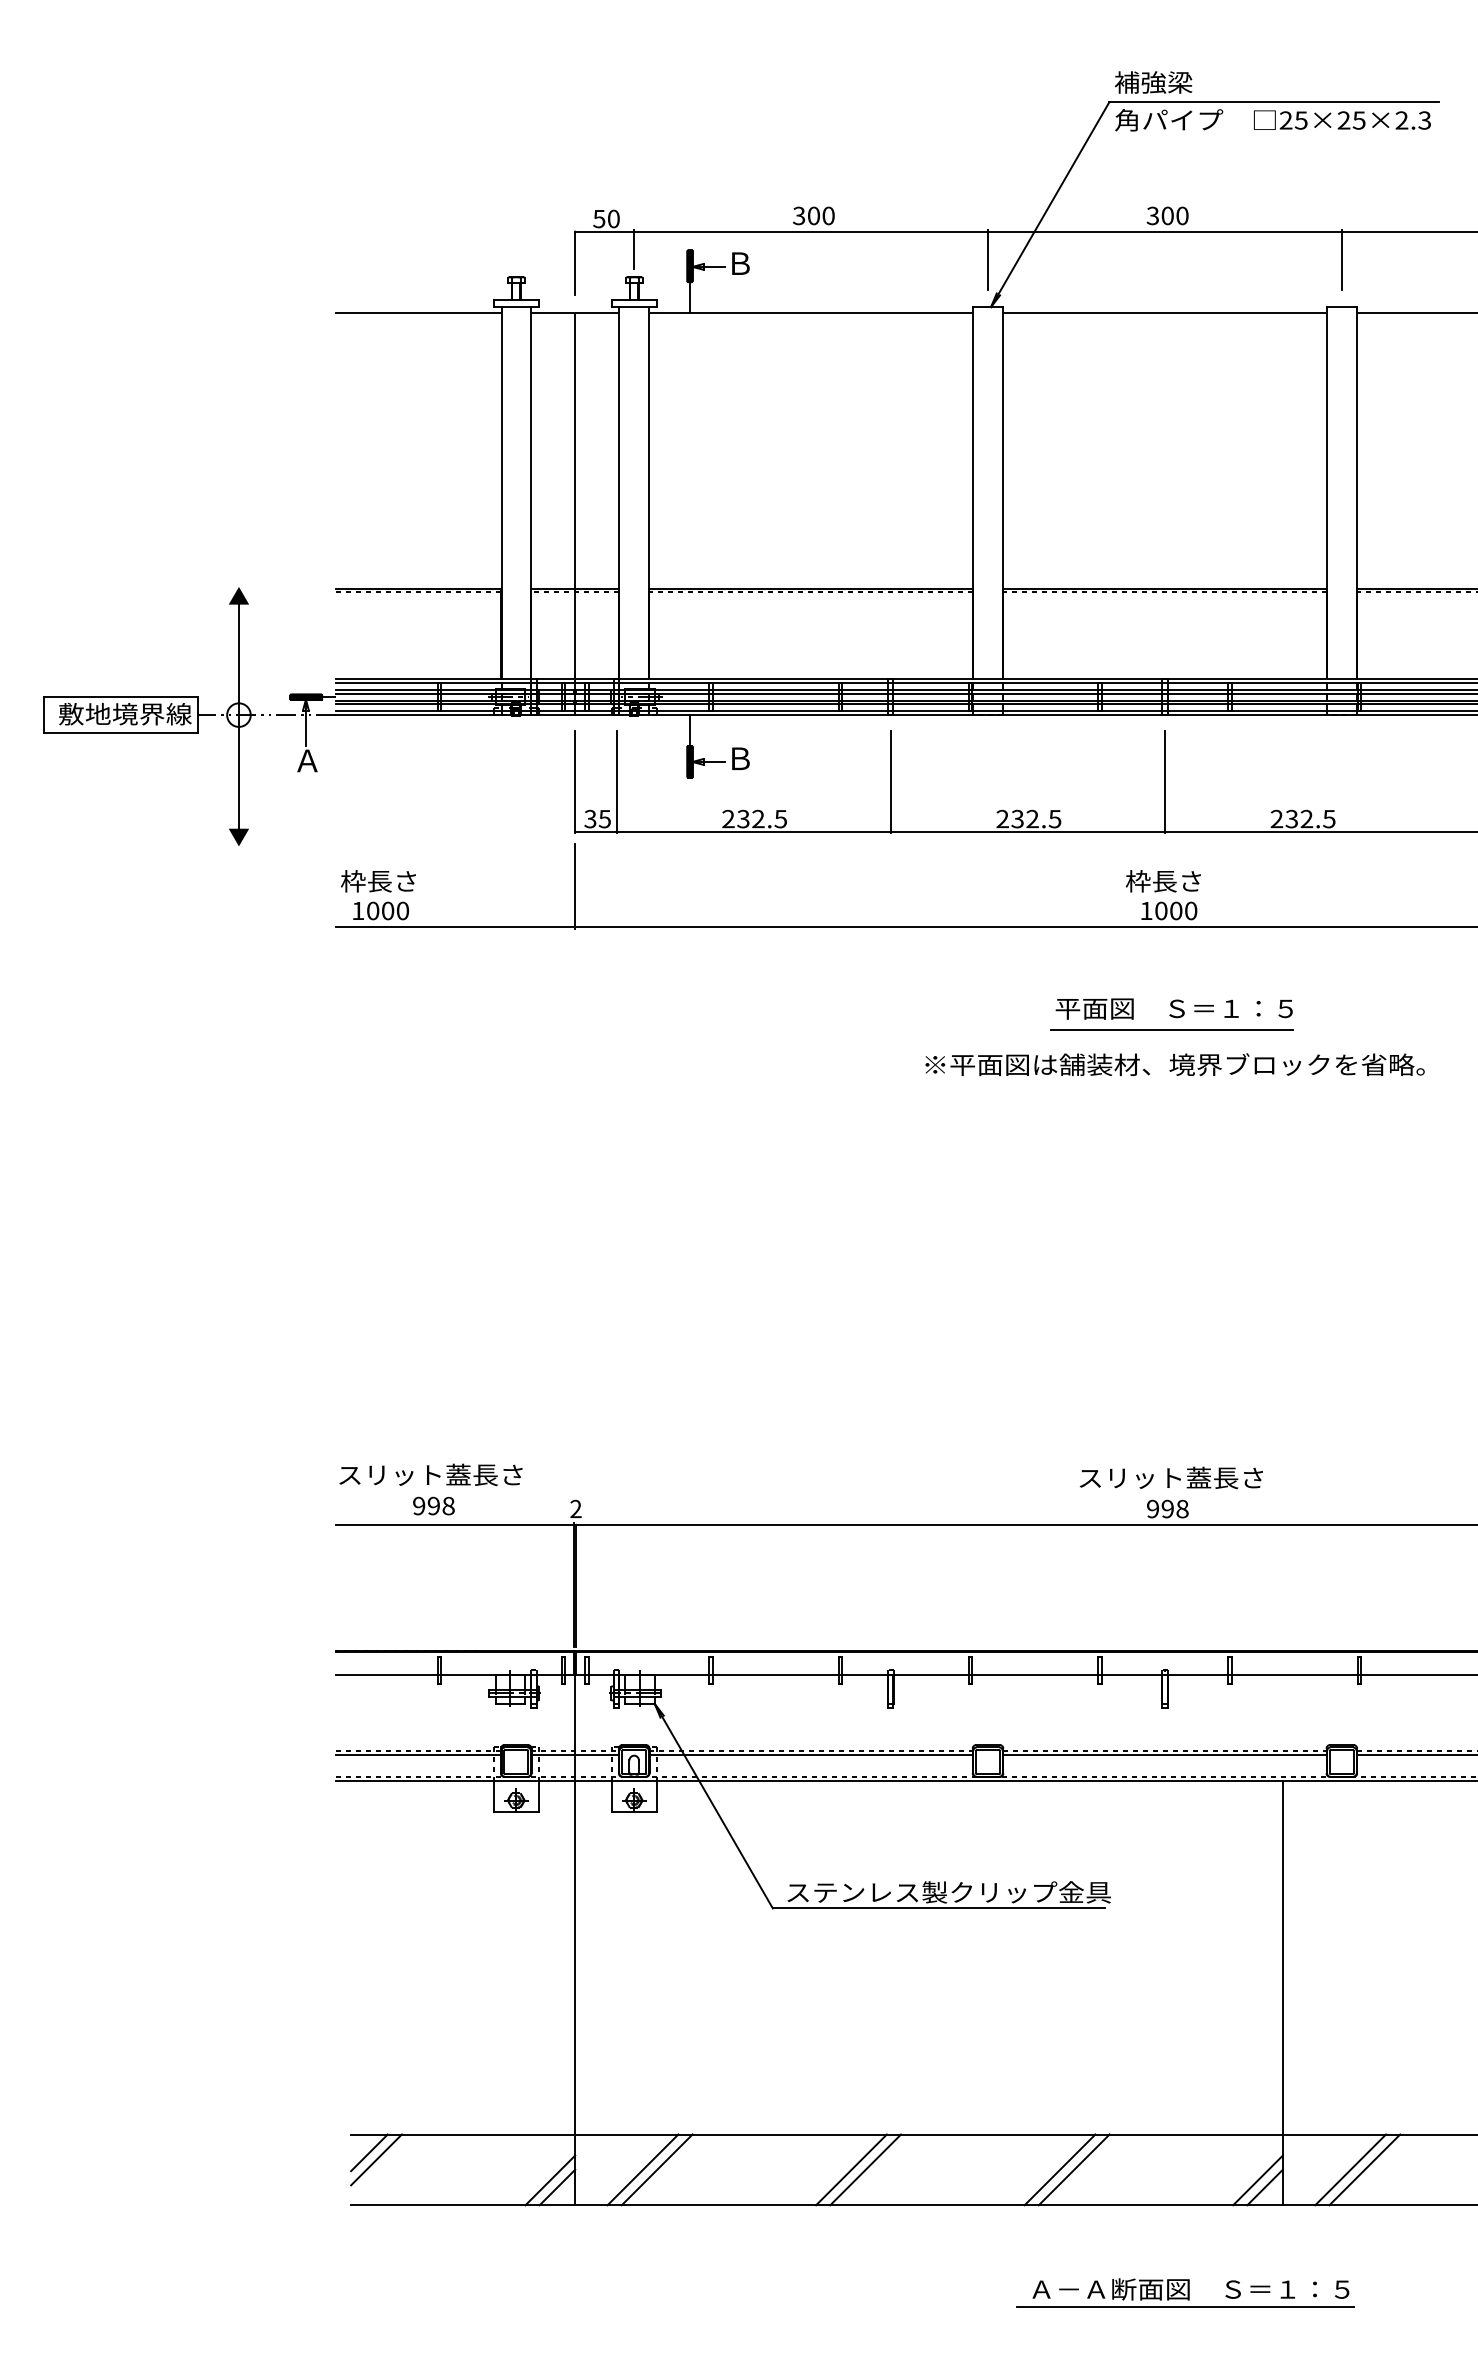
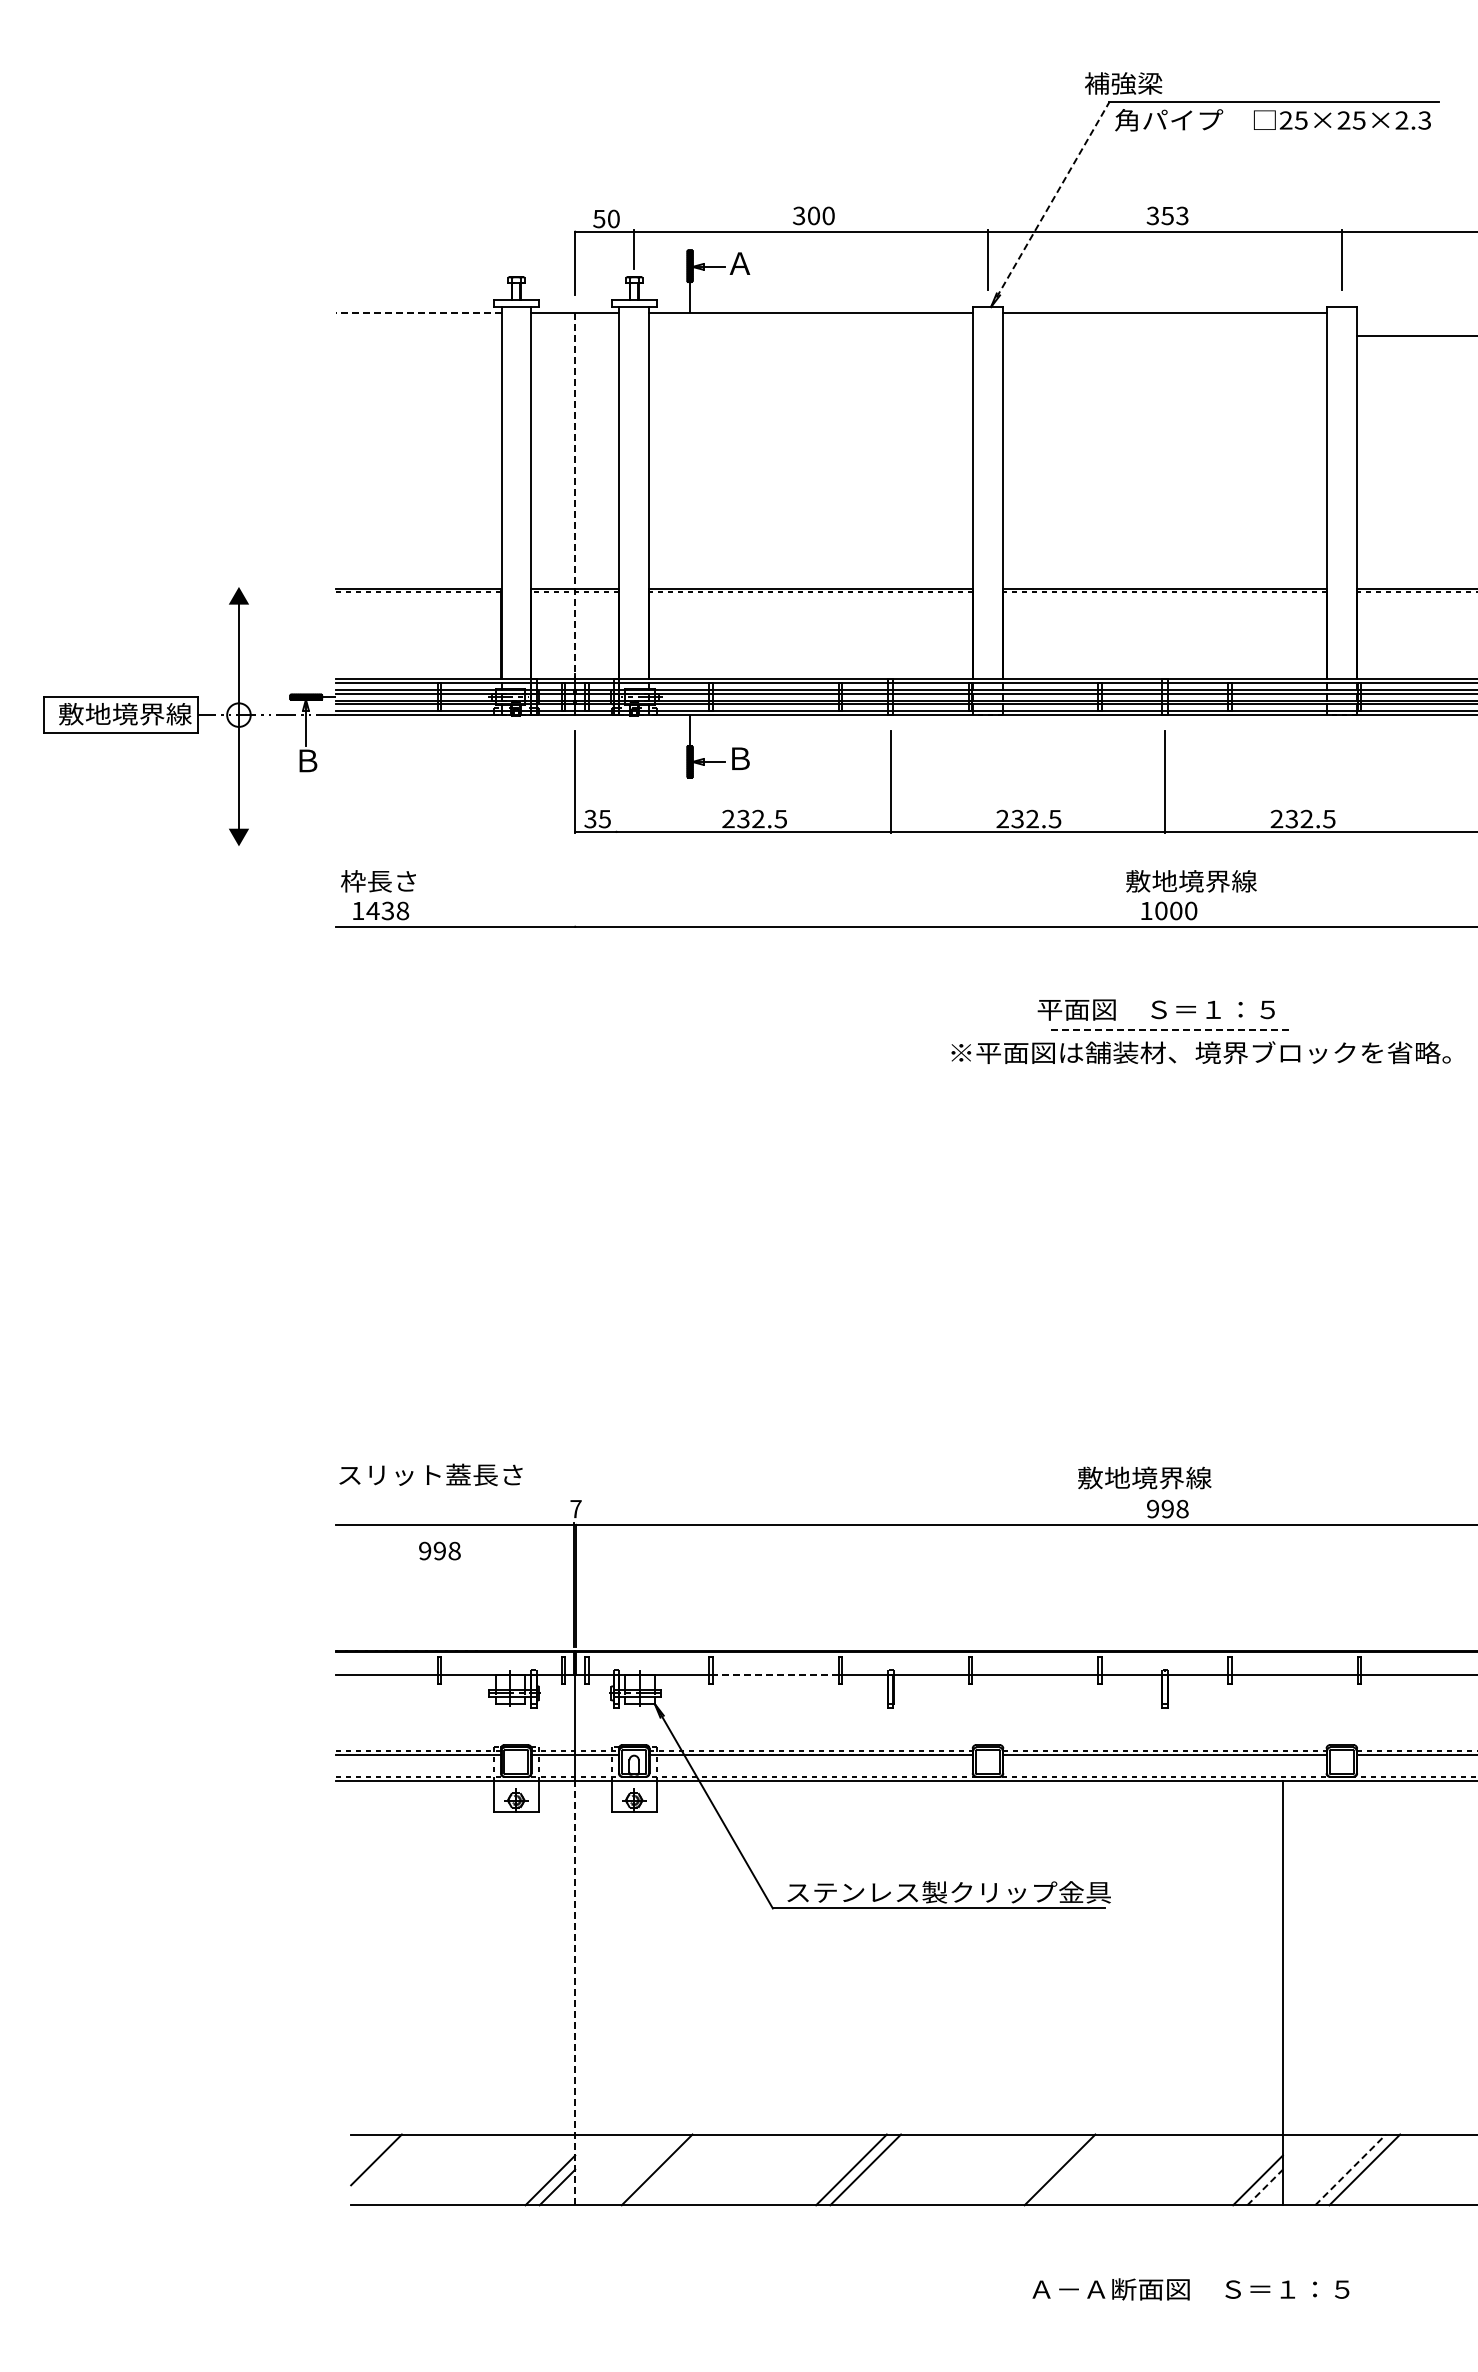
text at (1153, 82) position: (1153, 82) -> (1123, 83)
line at (1050, 204): solid -> dashed
text at (1174, 215): 300 -> 353
text at (739, 263): Ｂ -> Ａ
line at (418, 312): solid -> dashed
line at (1415, 312) position: (1415, 312) -> (1415, 335)
line at (575, 498): solid -> dashed
text at (307, 760): Ａ -> Ｂ
line at (616, 781): present -> none
text at (1190, 881): 枠長さ -> 敷地境界線
line at (575, 885): present -> none
text at (387, 910): 1000 -> 1438
text at (1173, 1008) position: (1173, 1008) -> (1155, 1009)
line at (1172, 1030): solid -> dashed
text at (1174, 1064) position: (1174, 1064) -> (1200, 1052)
text at (1170, 1477): スリット蓋長さ -> 敷地境界線
text at (433, 1505) position: (433, 1505) -> (439, 1550)
text at (575, 1508): 2 -> 7
line at (775, 1674): solid -> dashed
line at (575, 1992): solid -> dashed
line at (369, 2152): present -> none
line at (642, 2169): present -> none
line at (1073, 2169): present -> none
line at (1350, 2169): solid -> dashed
line at (1265, 2187): solid -> dashed
line at (1185, 2306): present -> none
